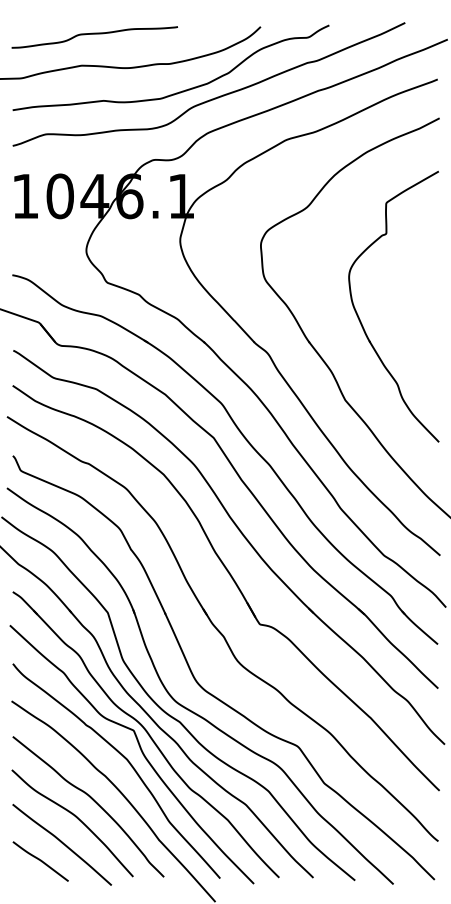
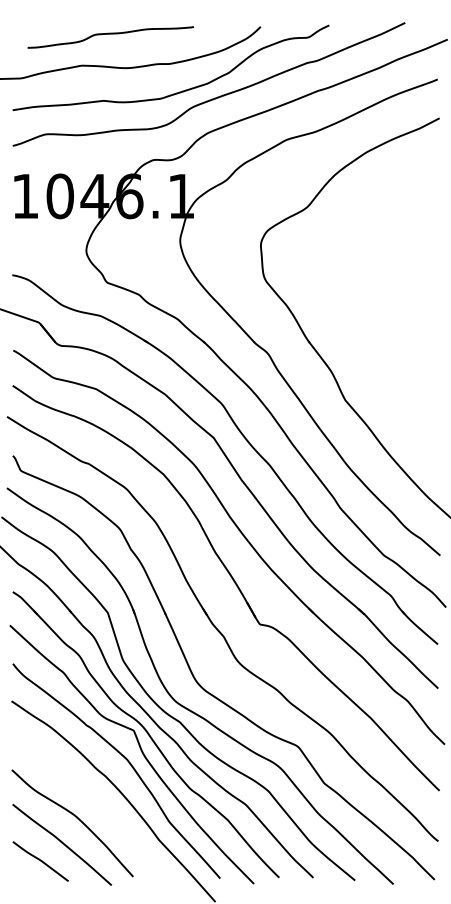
curve at (94, 34) position: (94, 34) -> (110, 34)
part at (361, 321): present -> none
curve at (93, 801): present -> none
